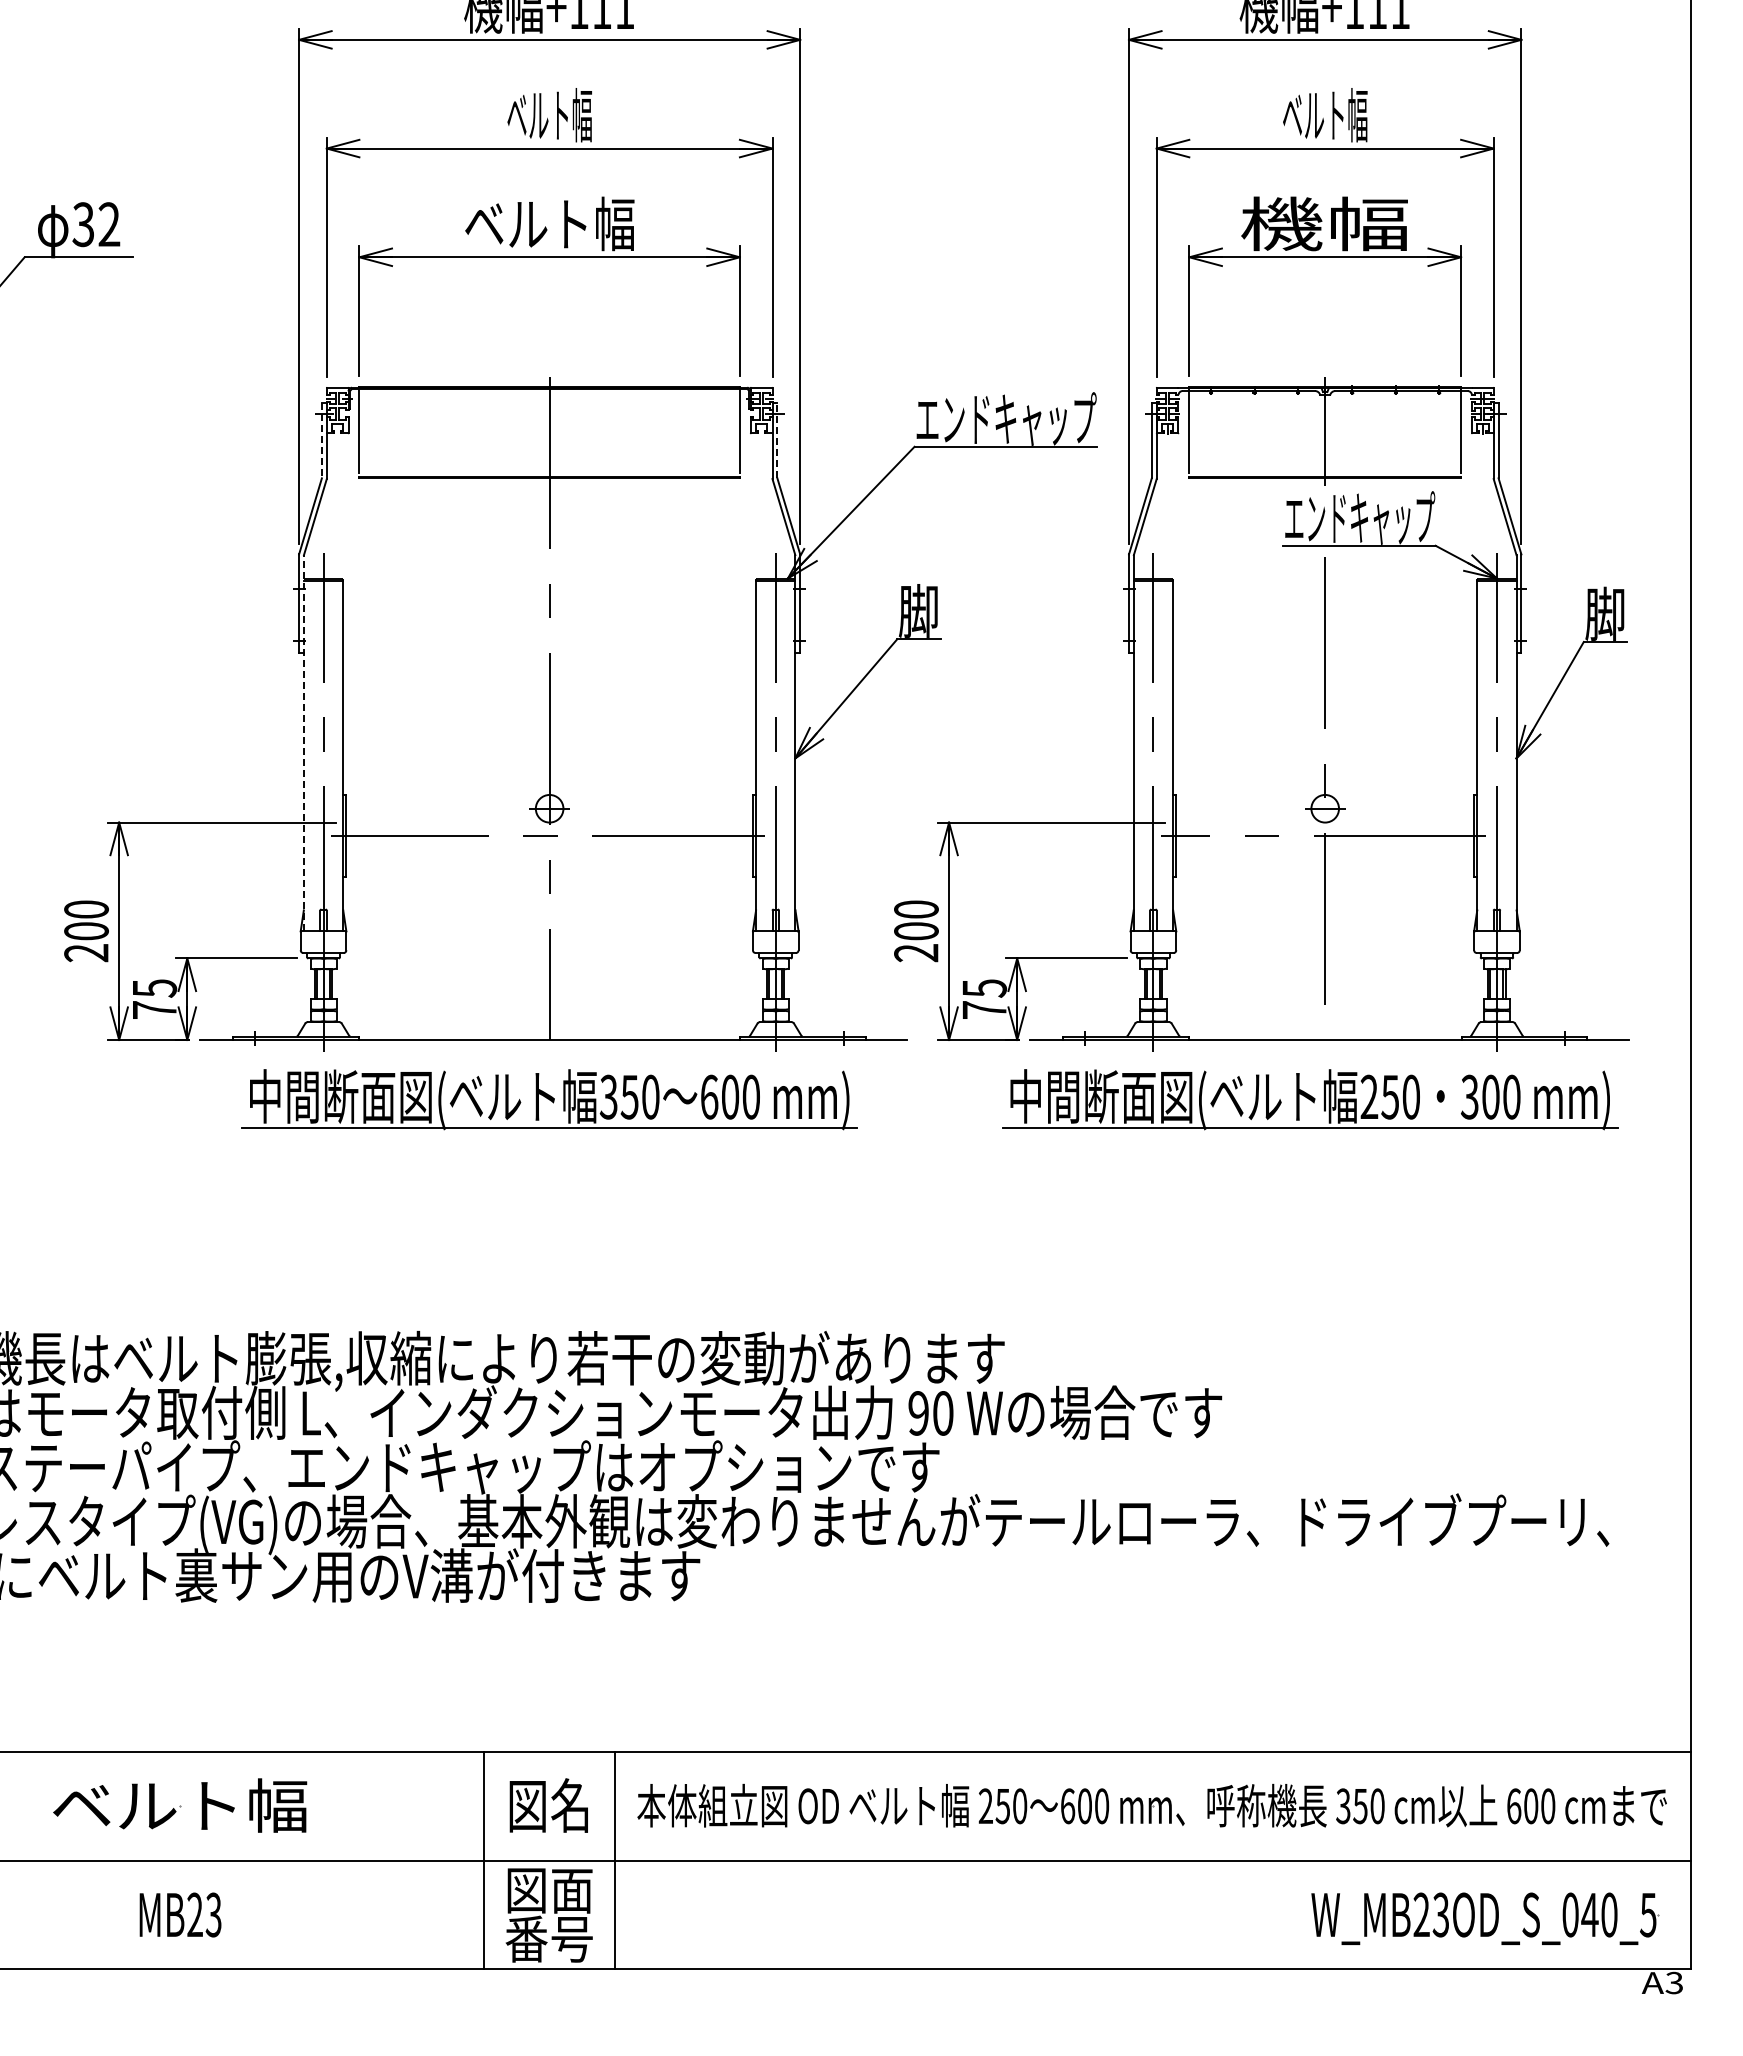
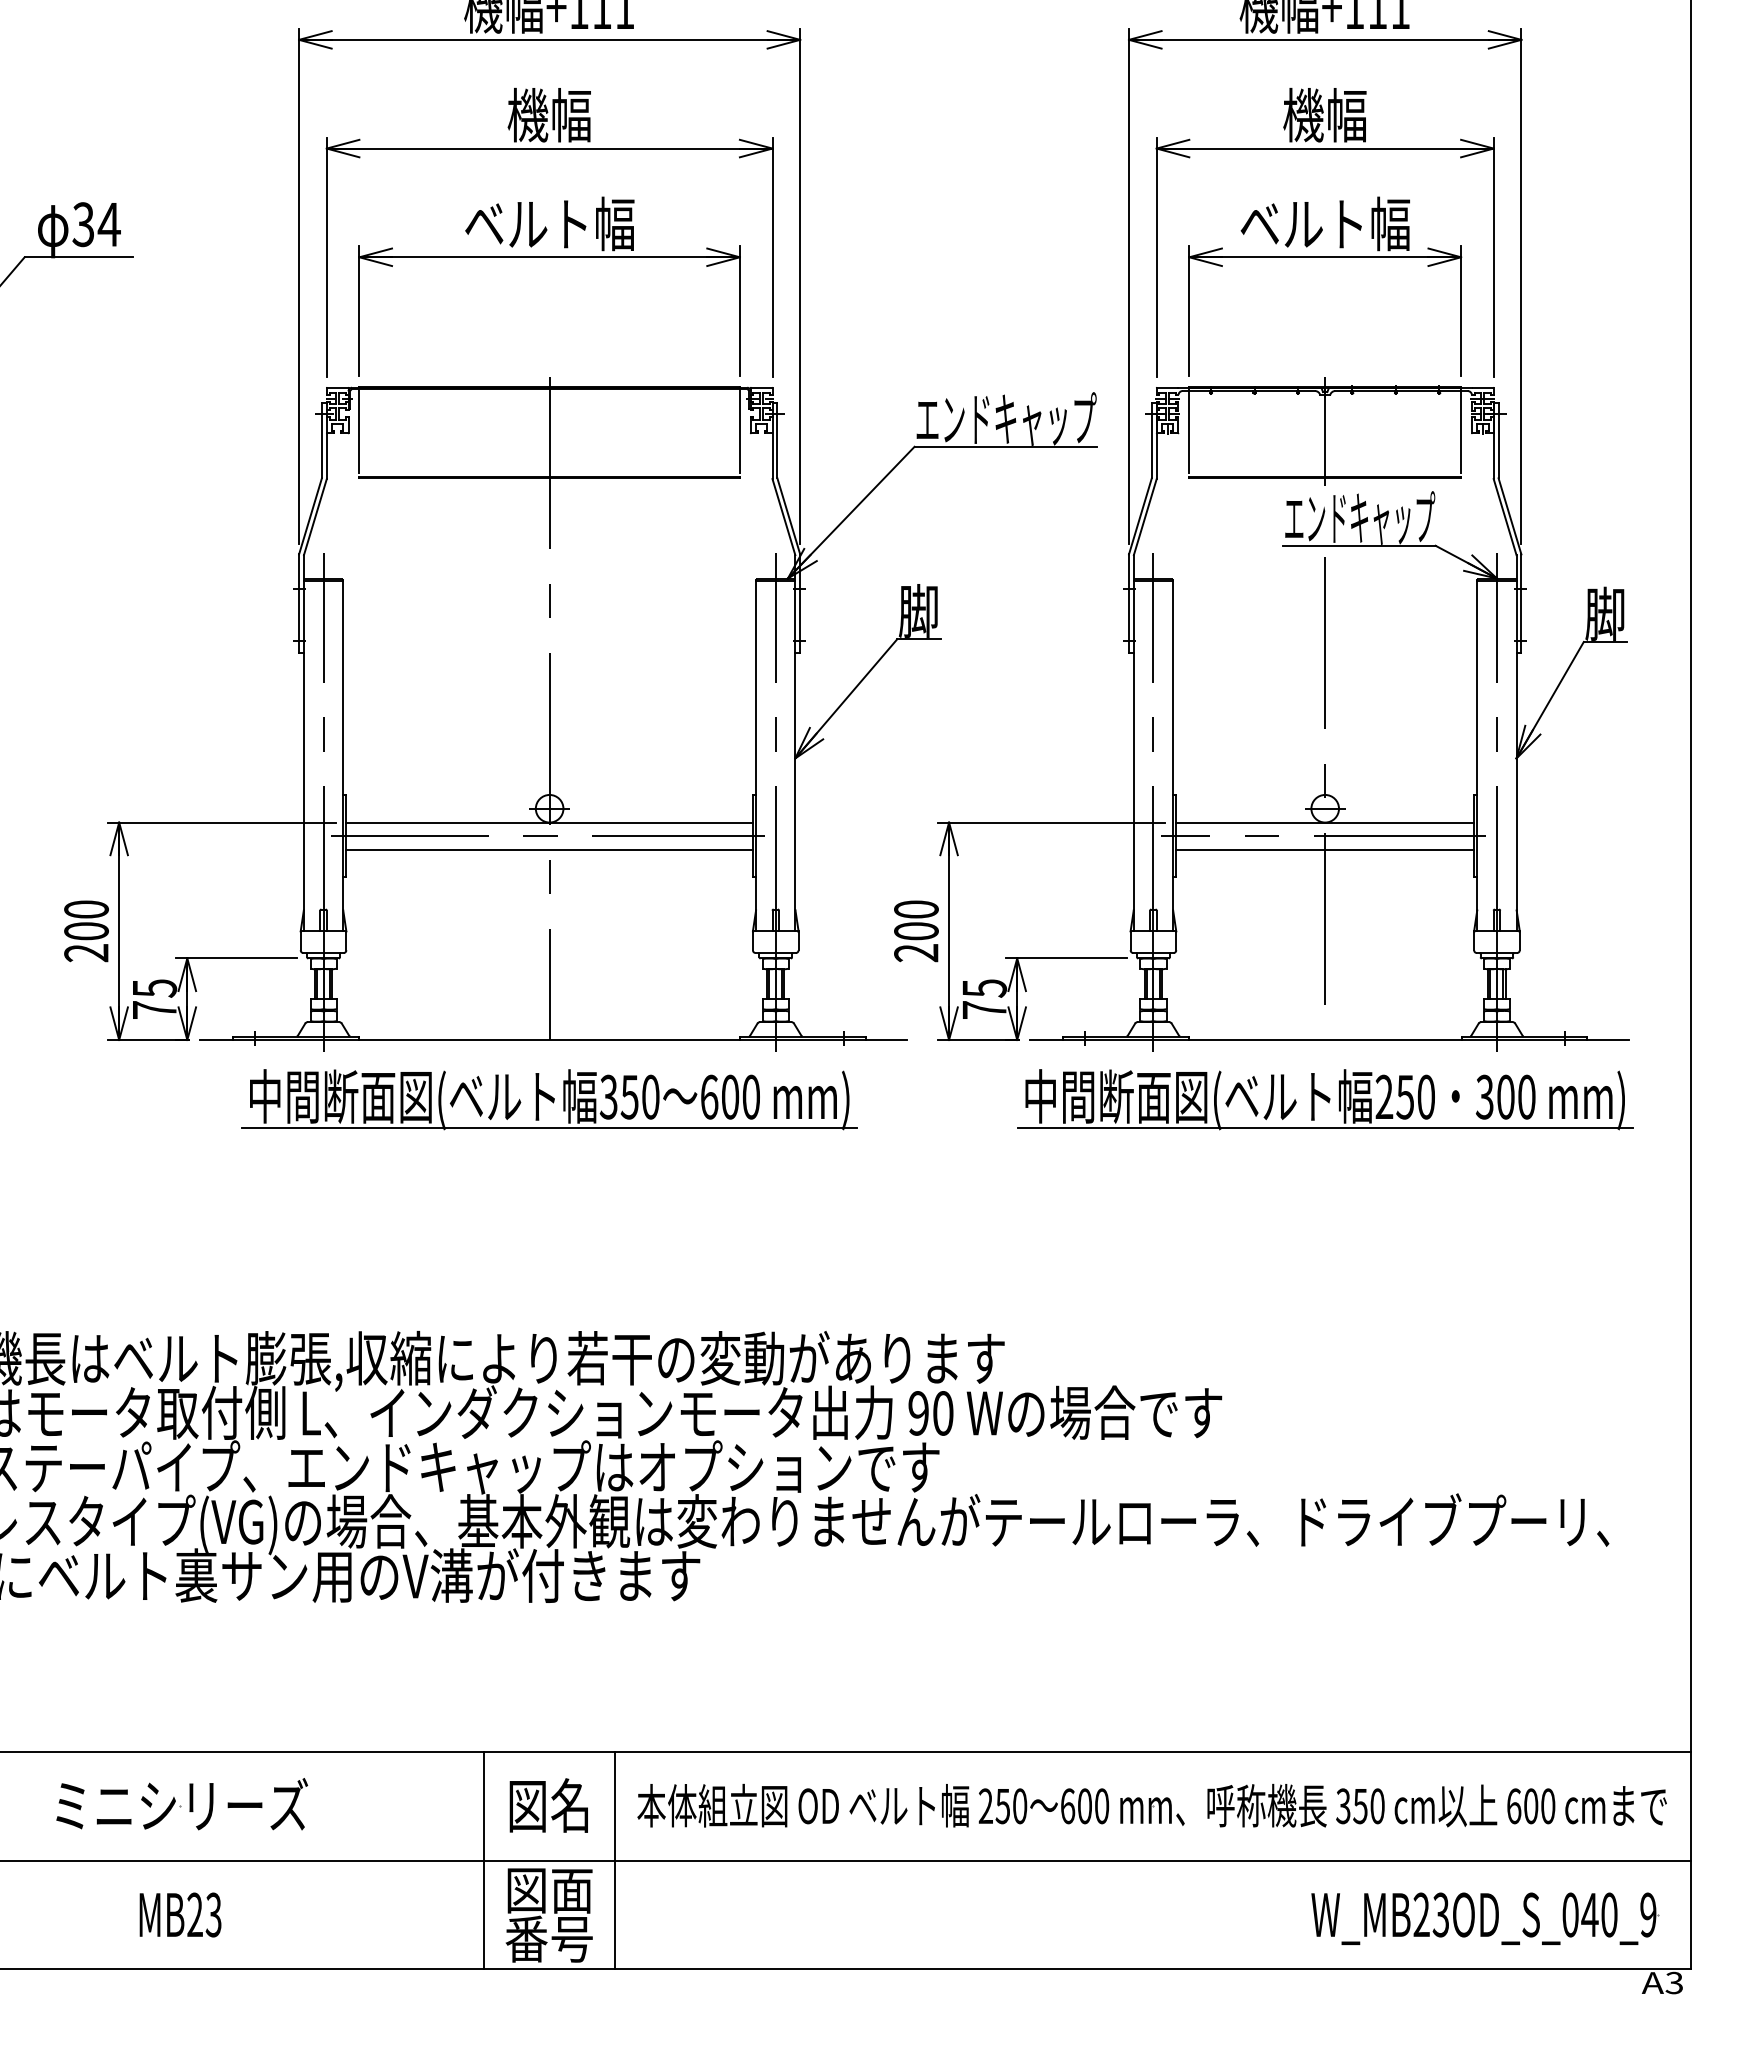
text at (549, 114): ベルト幅 -> 機幅
text at (1325, 114): ベルト幅 -> 機幅
text at (1325, 223): 機幅 -> ベルト幅
text at (108, 224): 32 -> 34
line at (321, 440): dashed -> solid
line at (777, 440): dashed -> solid
line at (303, 742): dashed -> solid
line at (549, 822): none -> present
line at (1325, 822): none -> present
line at (549, 849): none -> present
line at (1325, 849): none -> present
part at (1310, 1099) position: (1310, 1099) -> (1325, 1099)
text at (180, 1805): ベルト幅 -> ミニシリーズ
text at (1648, 1914): W_MB23OD_S_040_5 -> W_MB23OD_S_040_9
